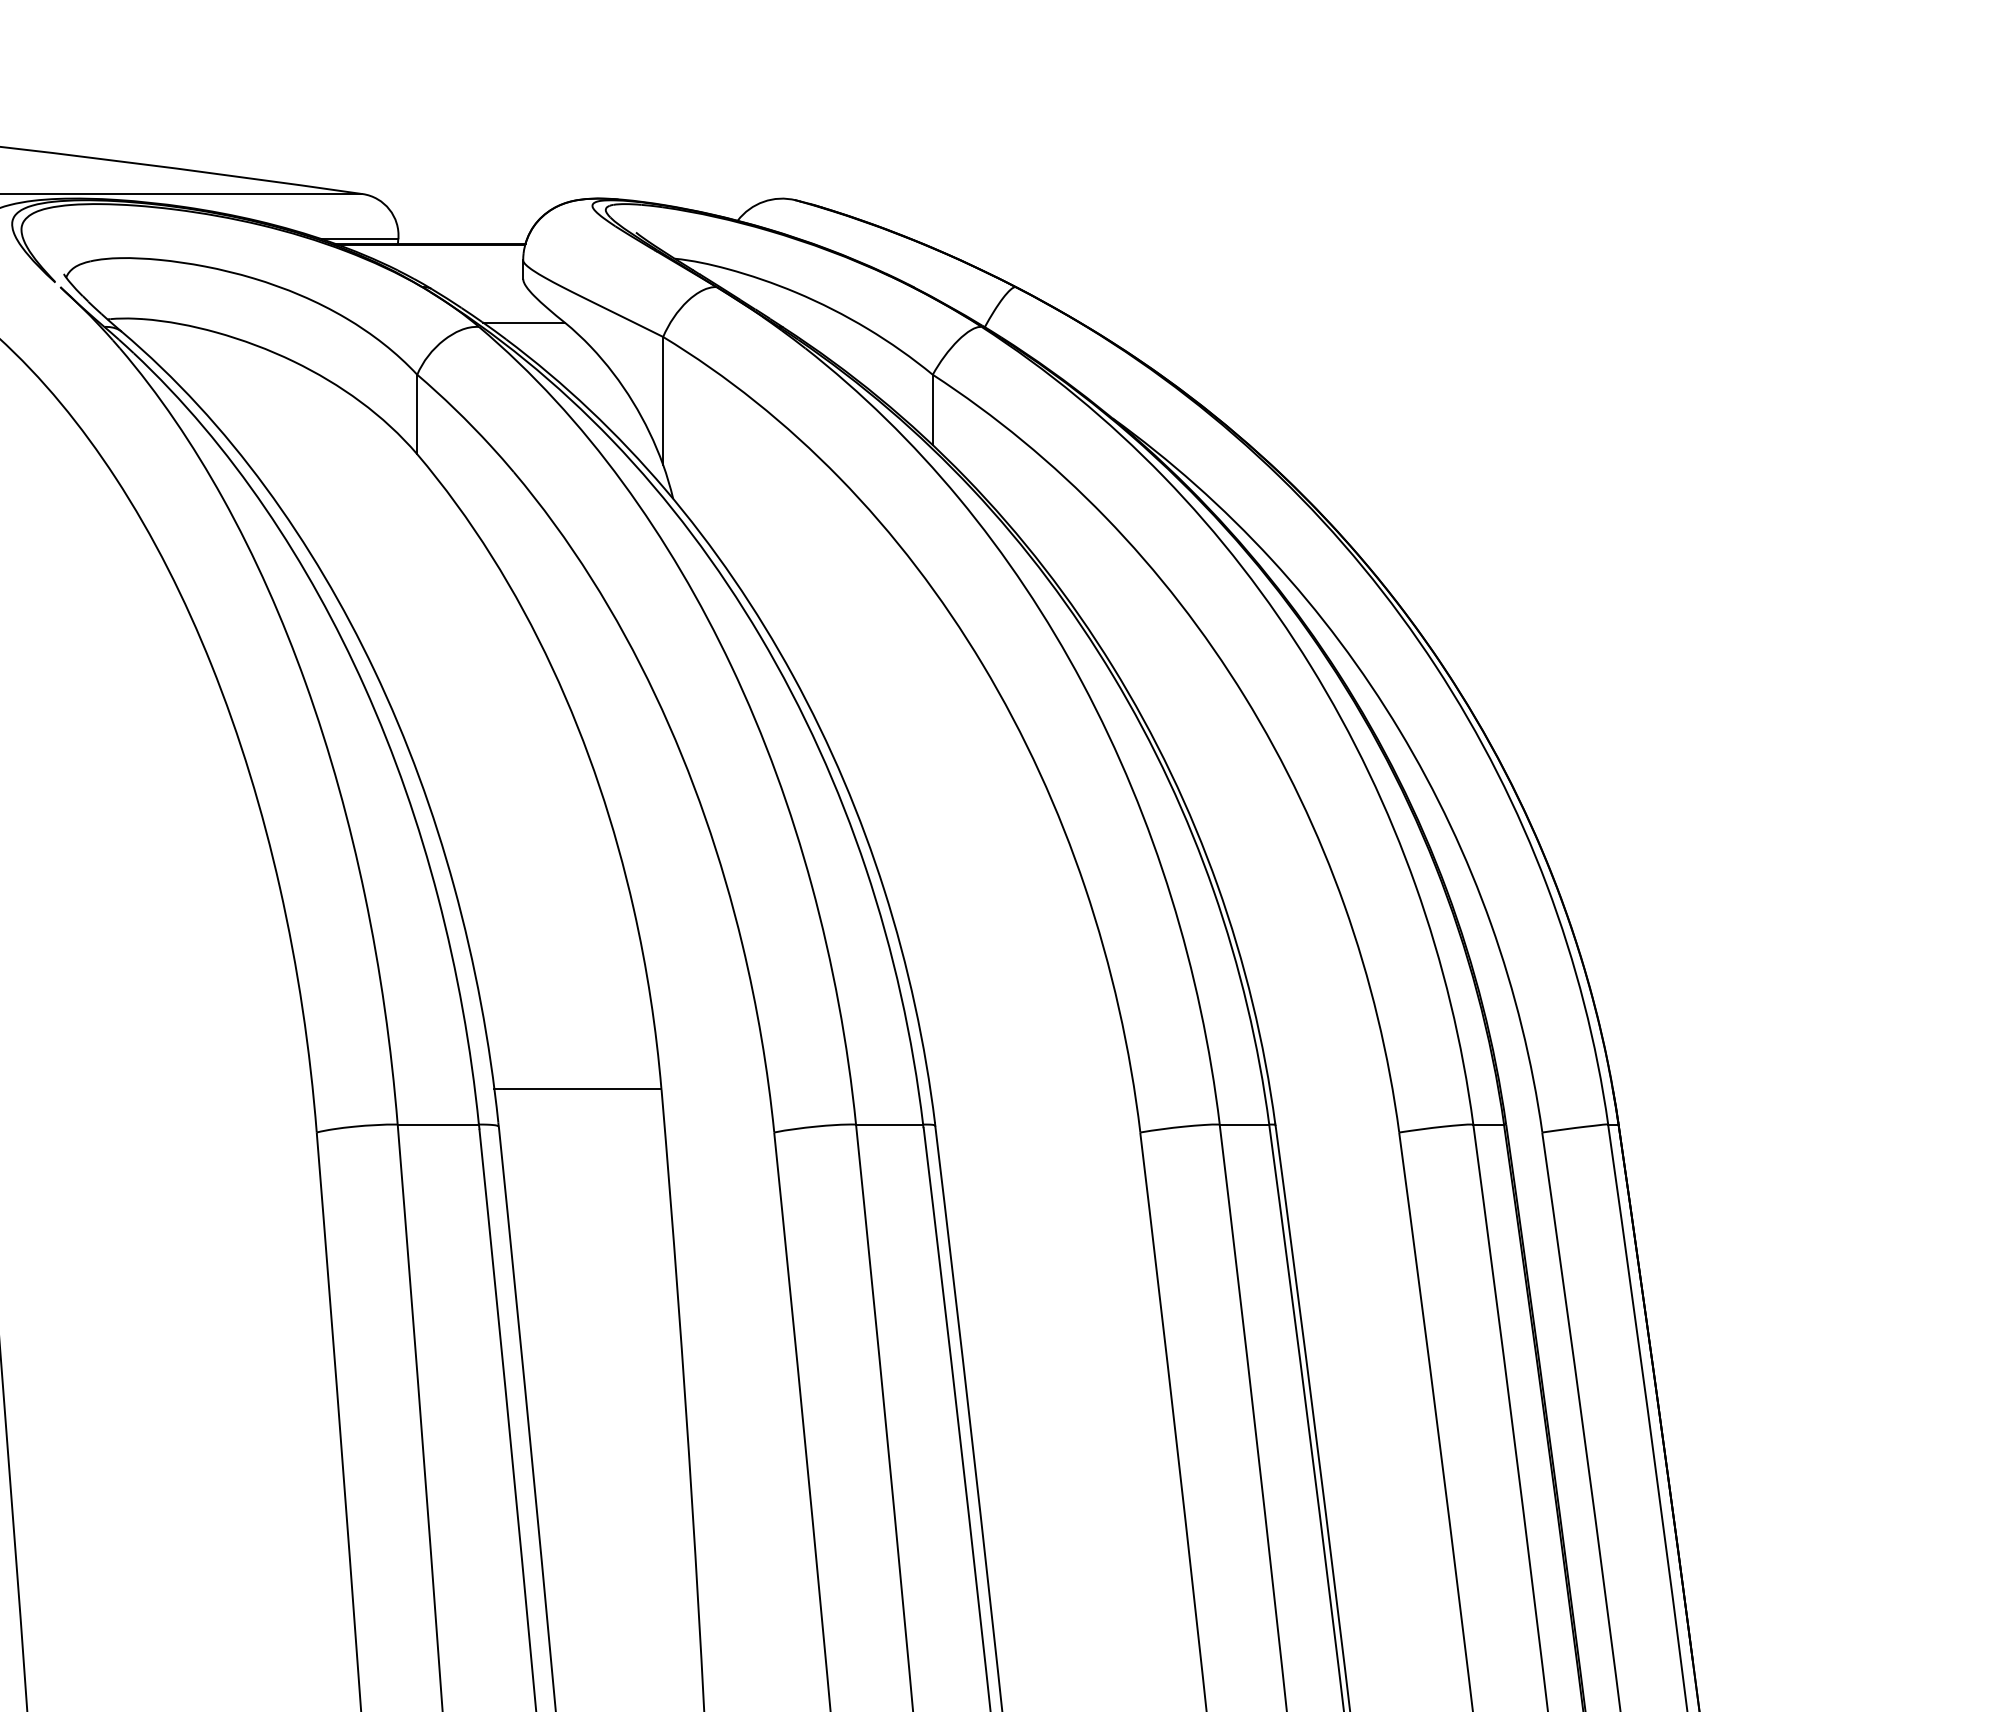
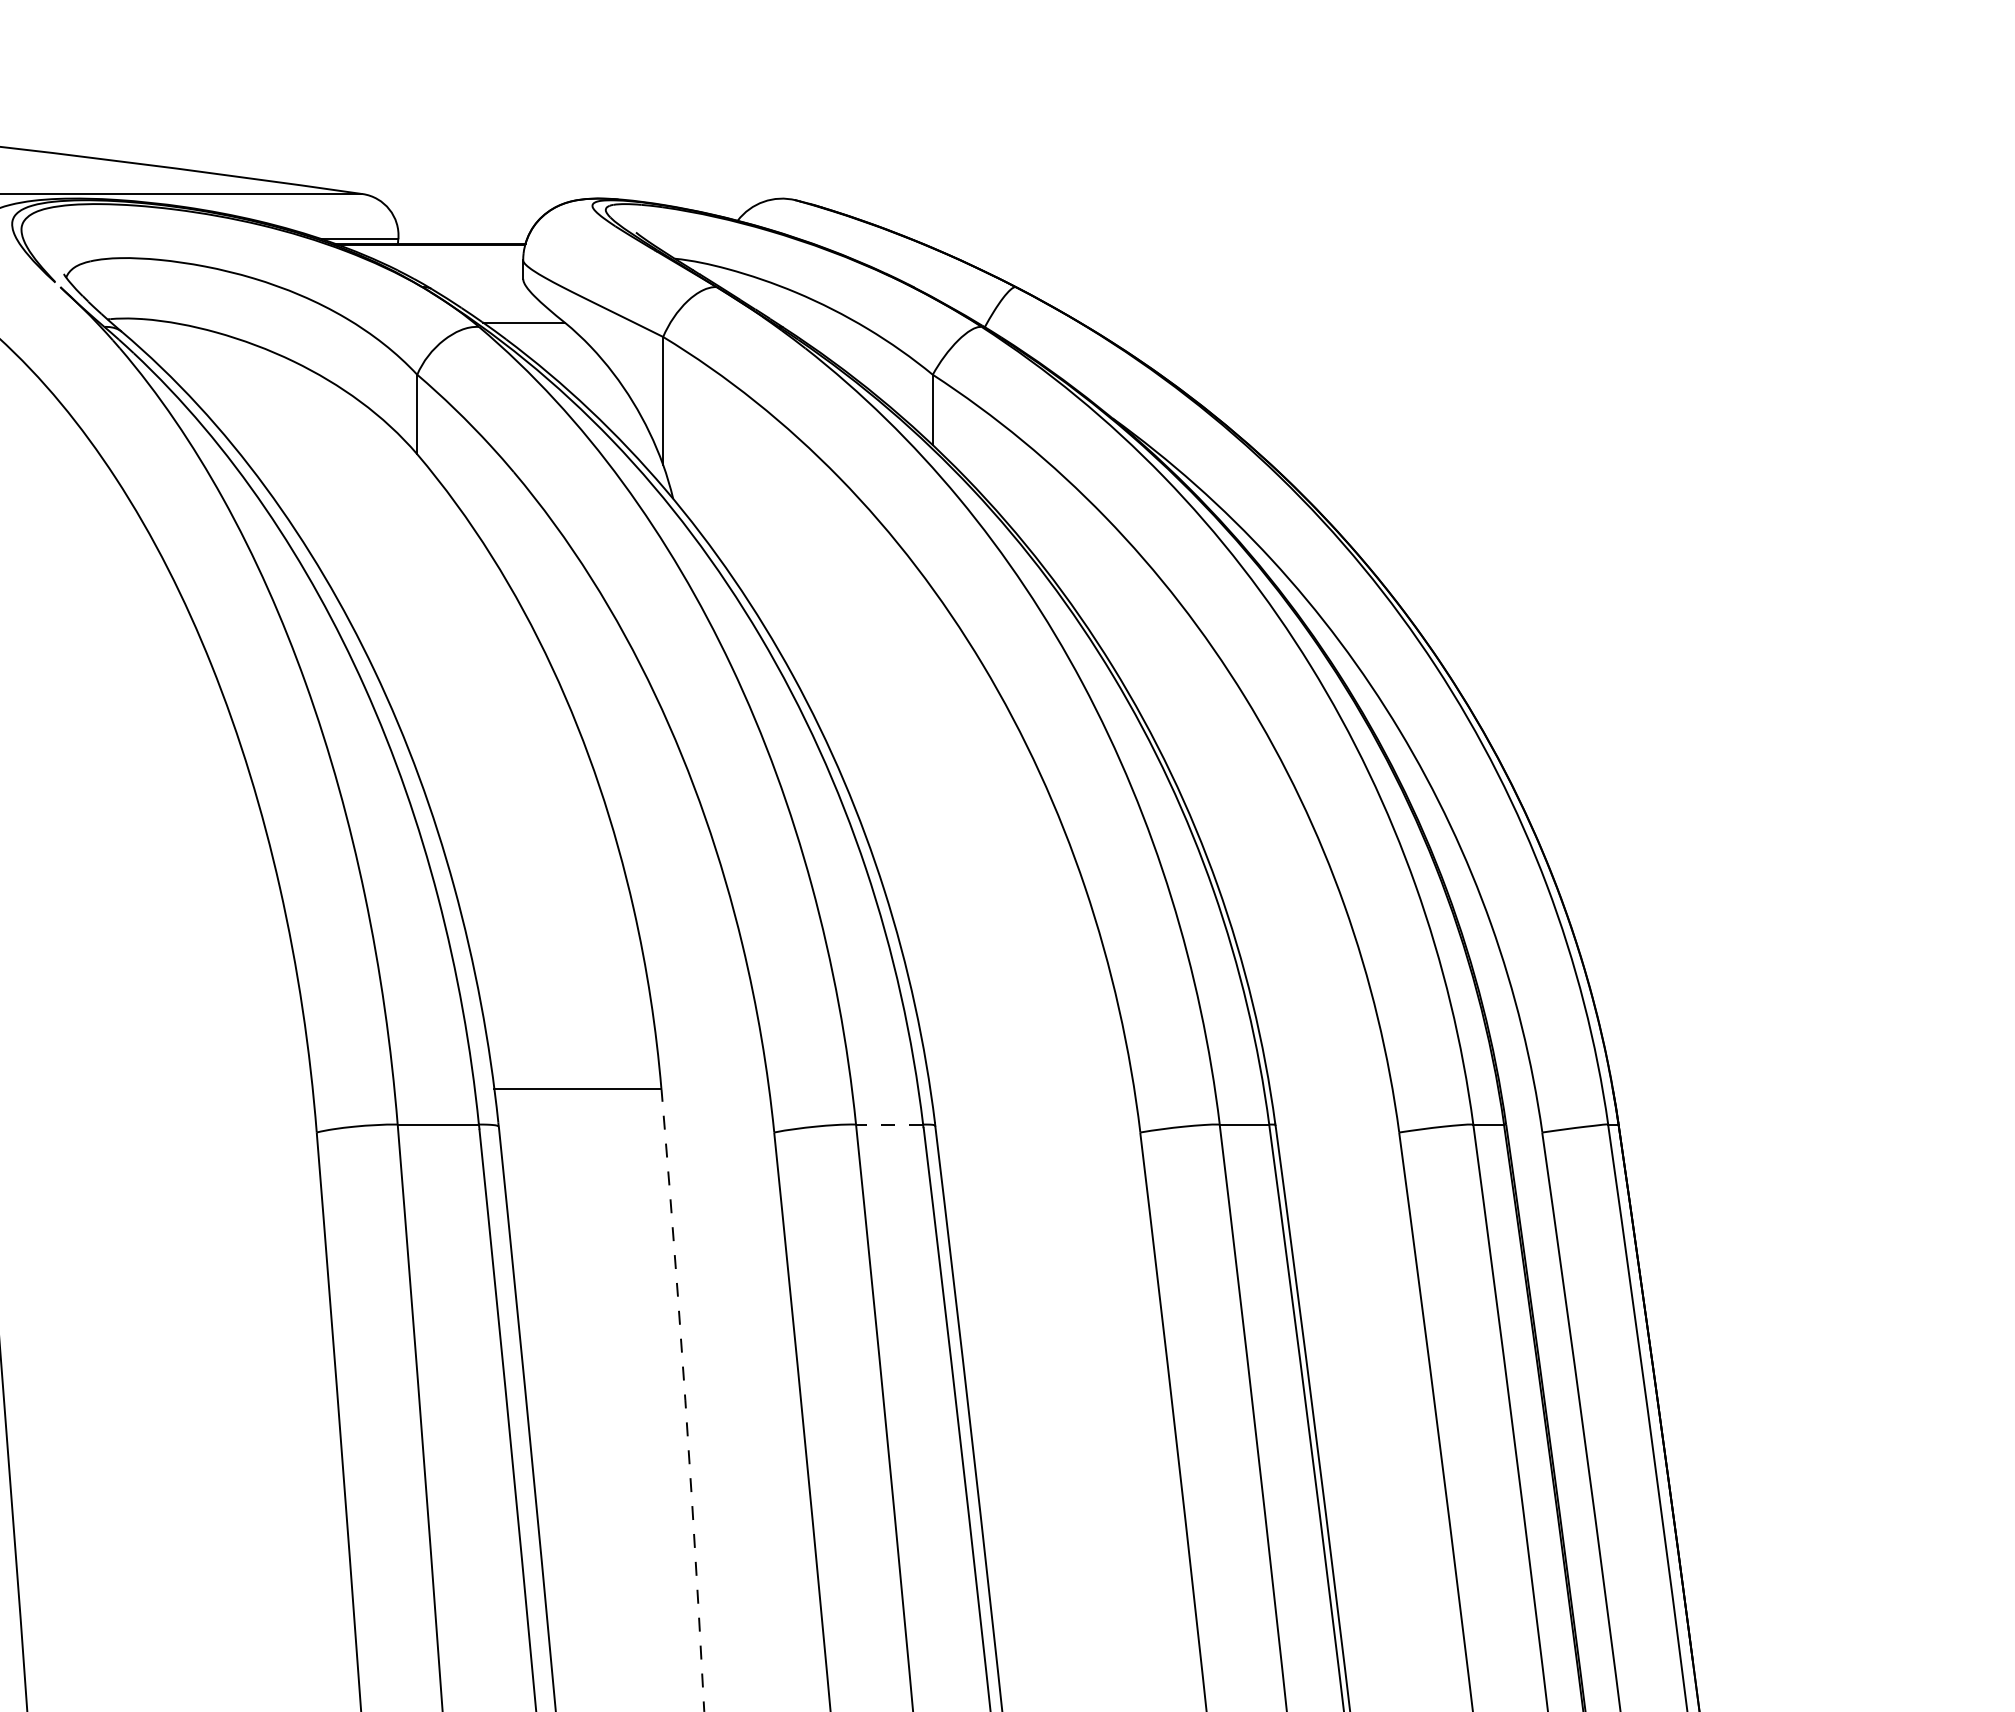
line at (889, 1124): solid -> dashed
arc at (685, 1400): solid -> dashed
